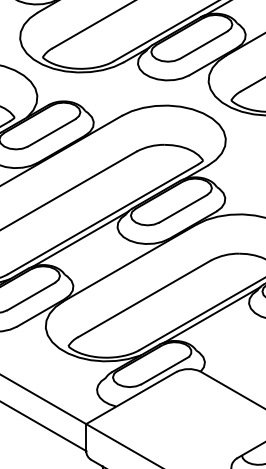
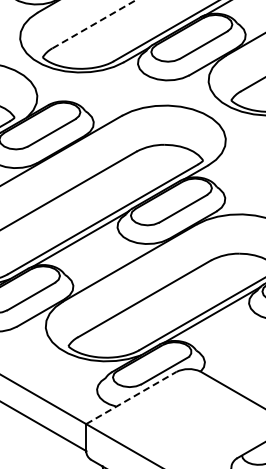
line at (94, 24): solid -> dashed
line at (131, 397): solid -> dashed
